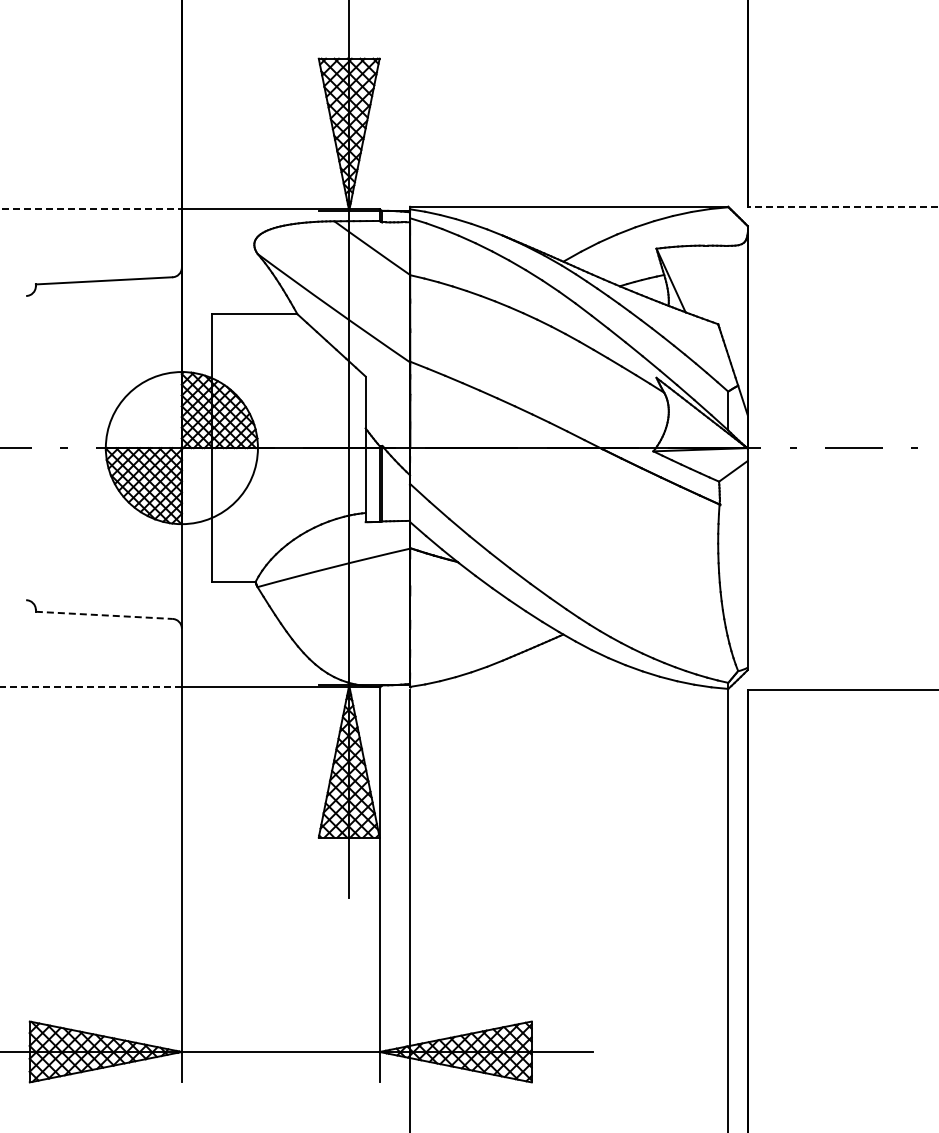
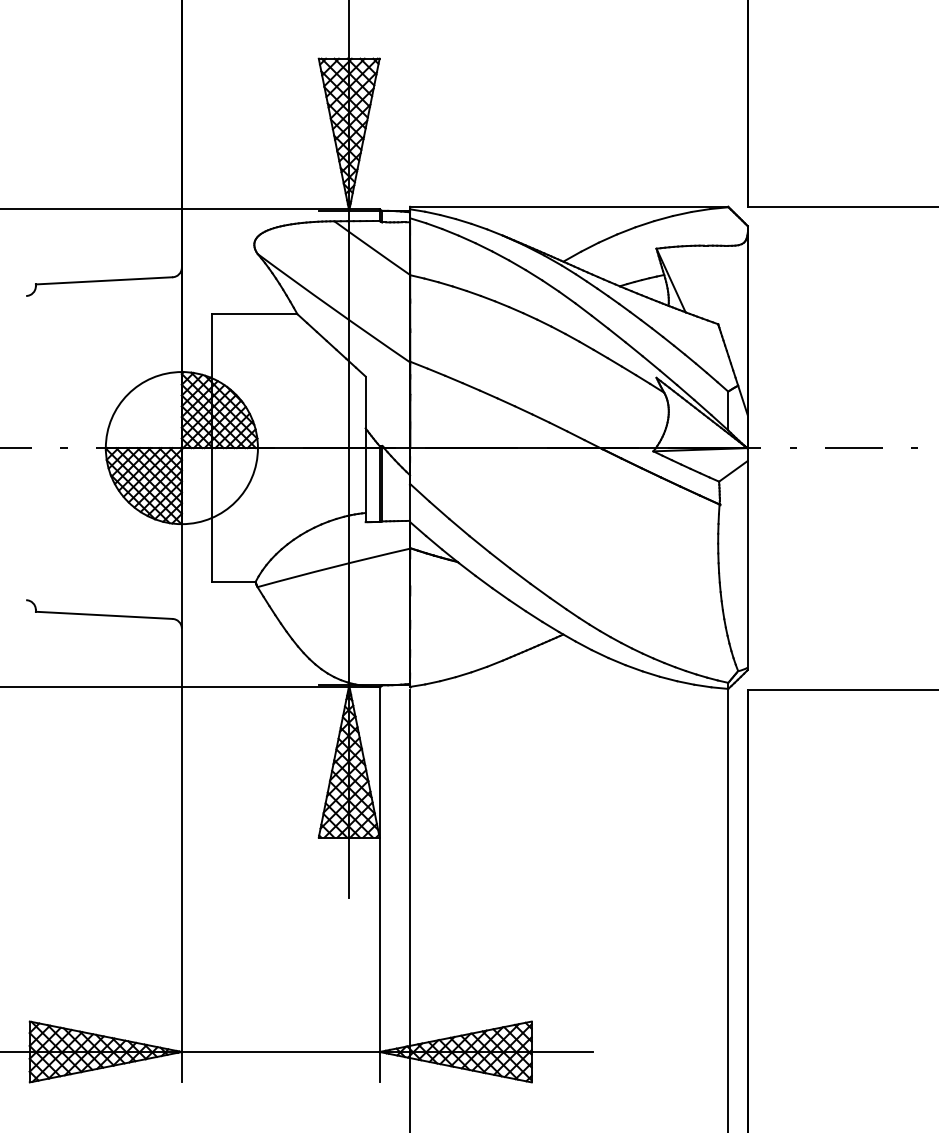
line at (842, 206): dashed -> solid
line at (91, 209): dashed -> solid
line at (104, 615): dashed -> solid
line at (90, 686): dashed -> solid
